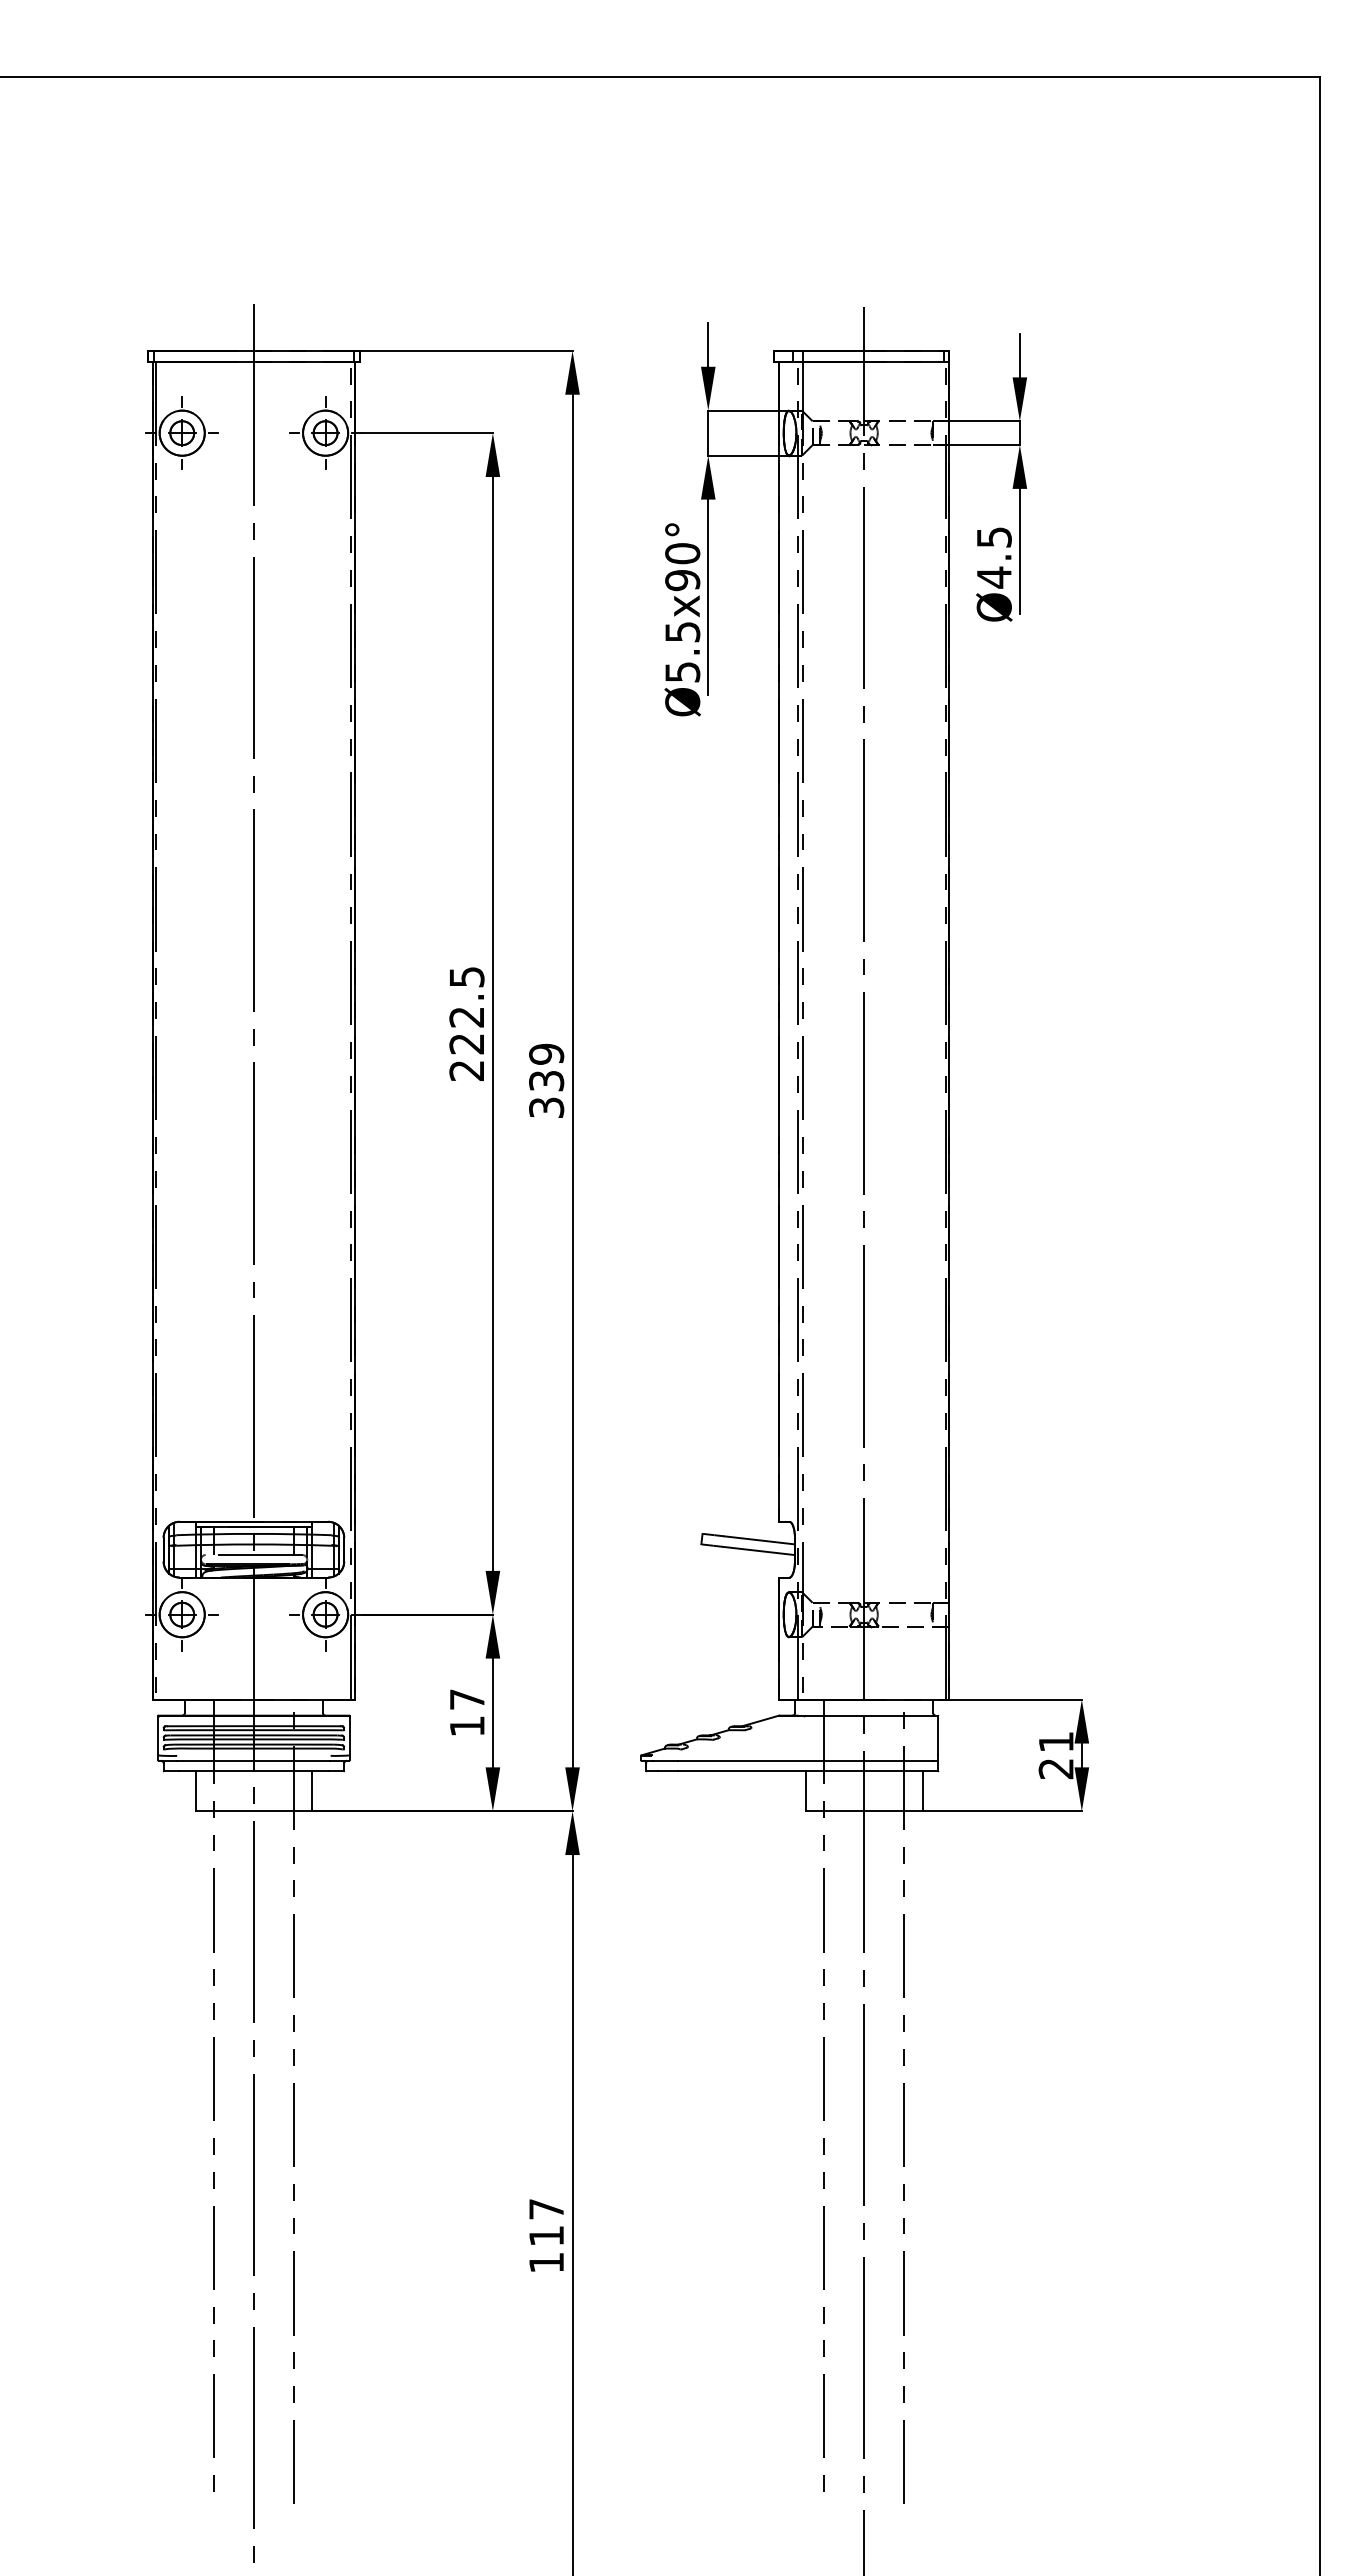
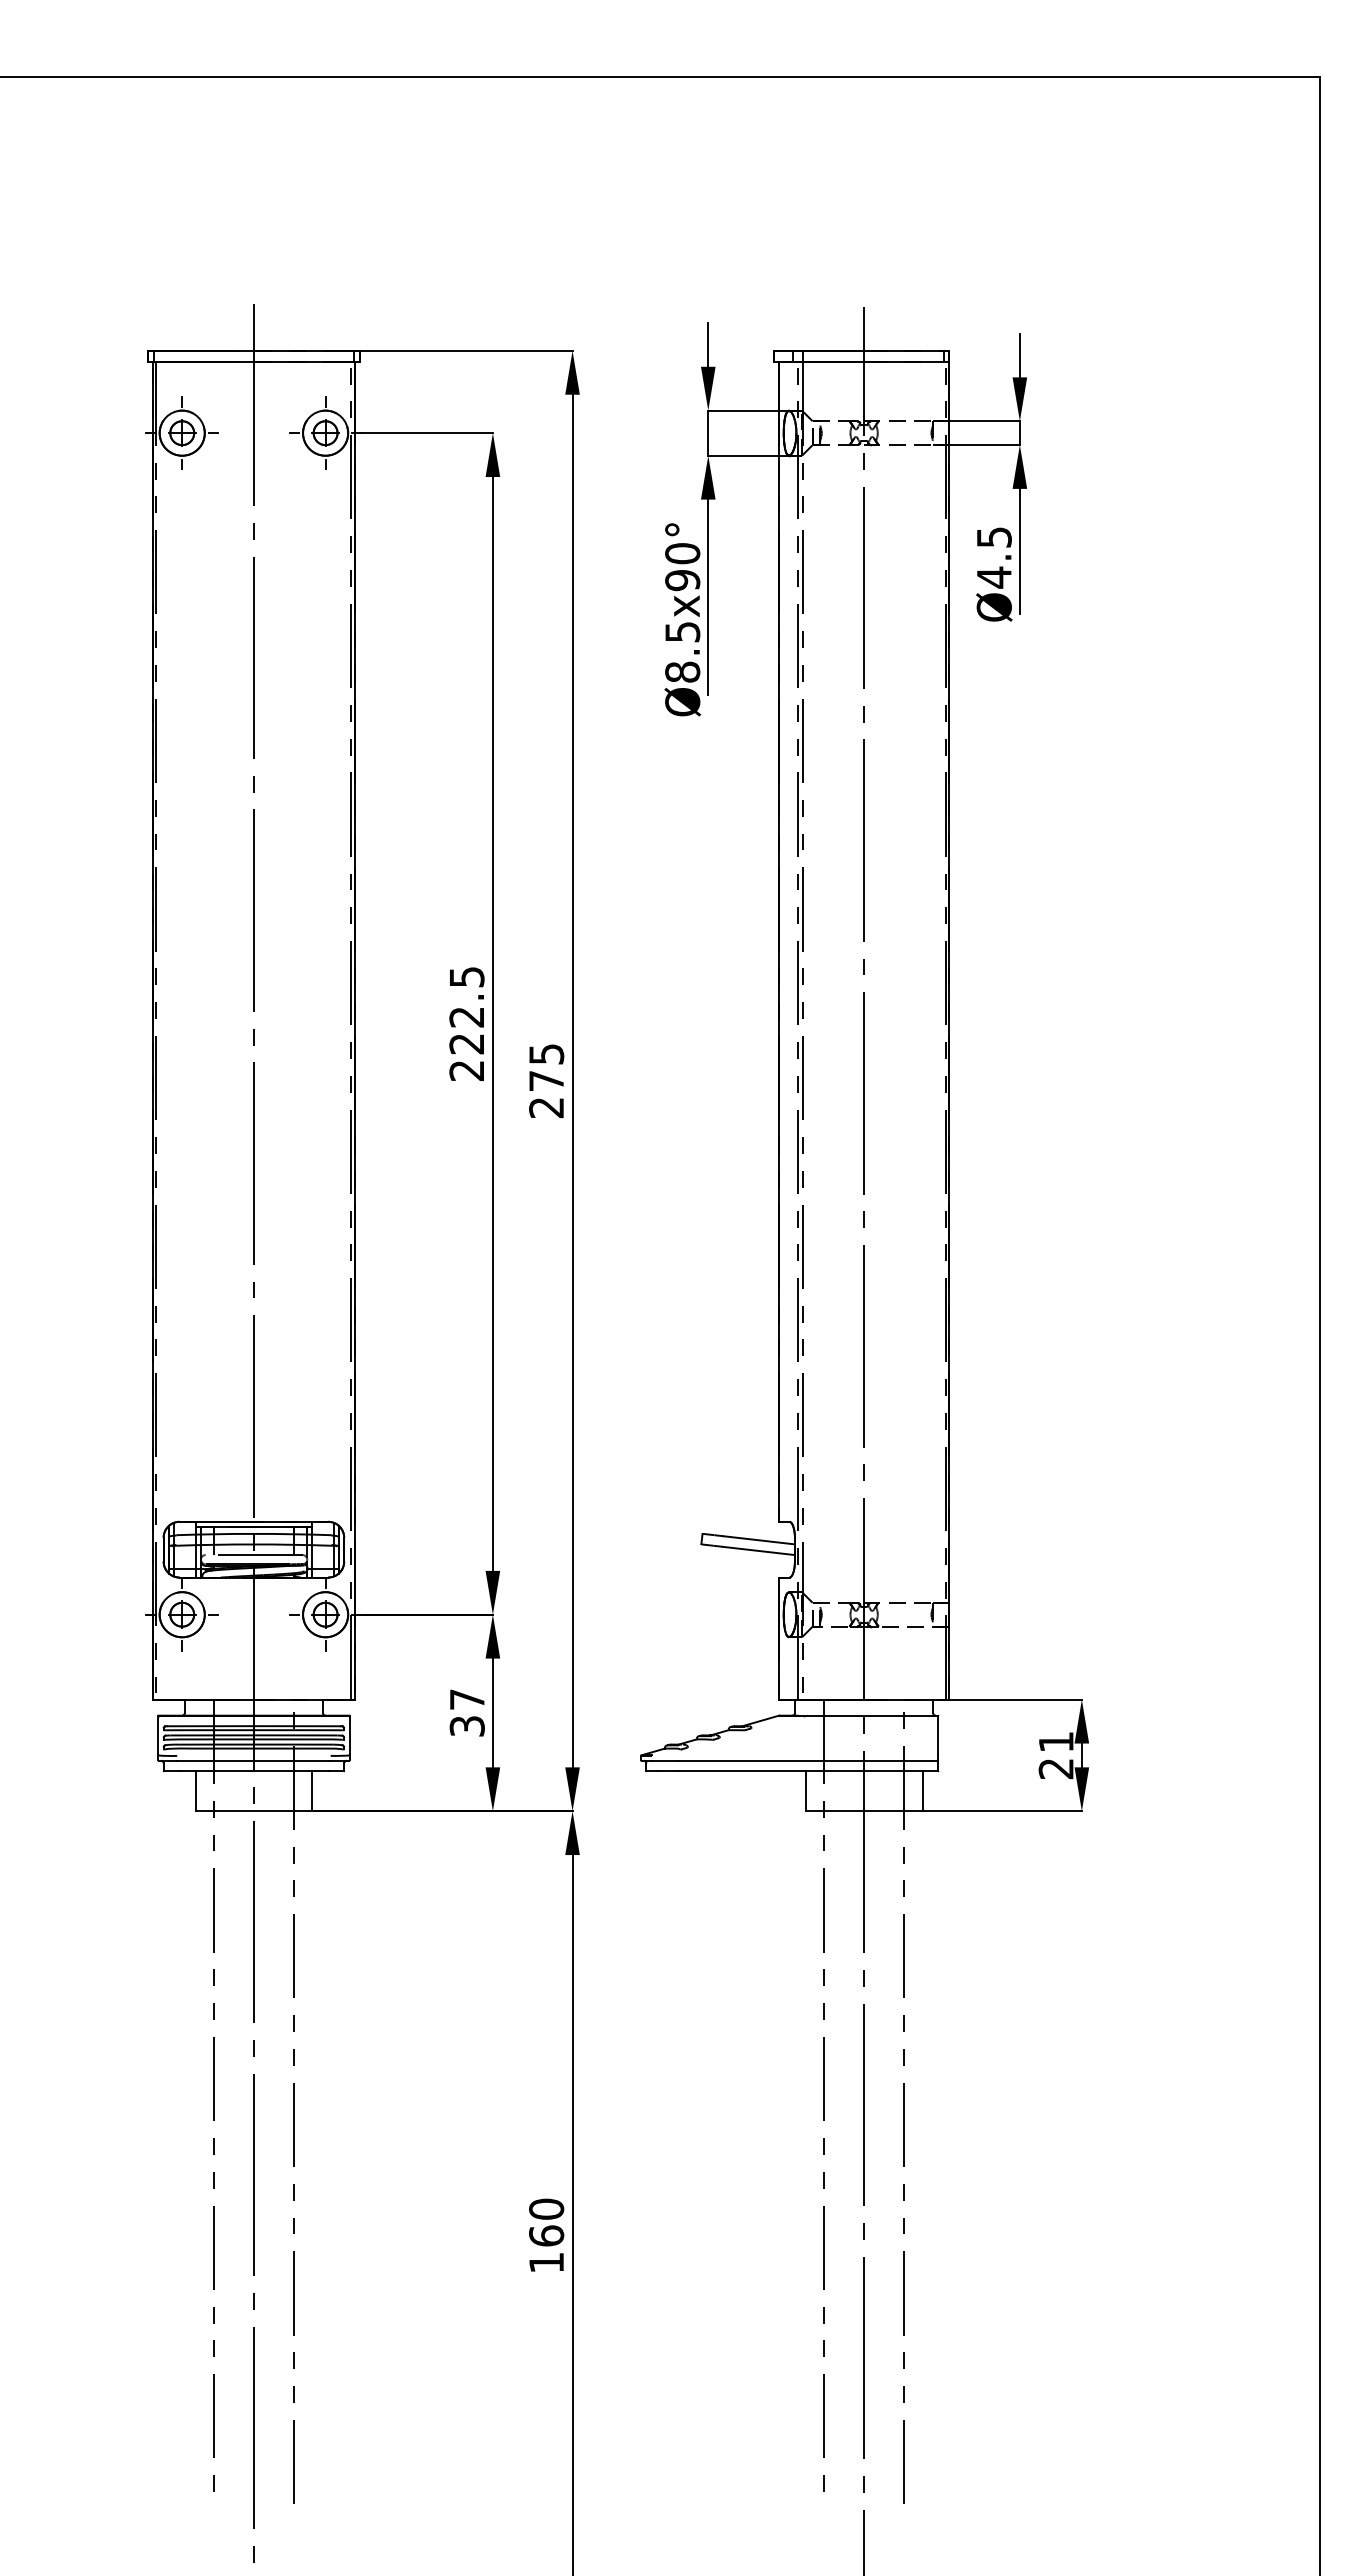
text at (682, 671): Ø5.5x90° -> Ø8.5x90°
text at (546, 1080): 339 -> 275
text at (466, 1726): 17 -> 37
text at (546, 2222): 117 -> 160
